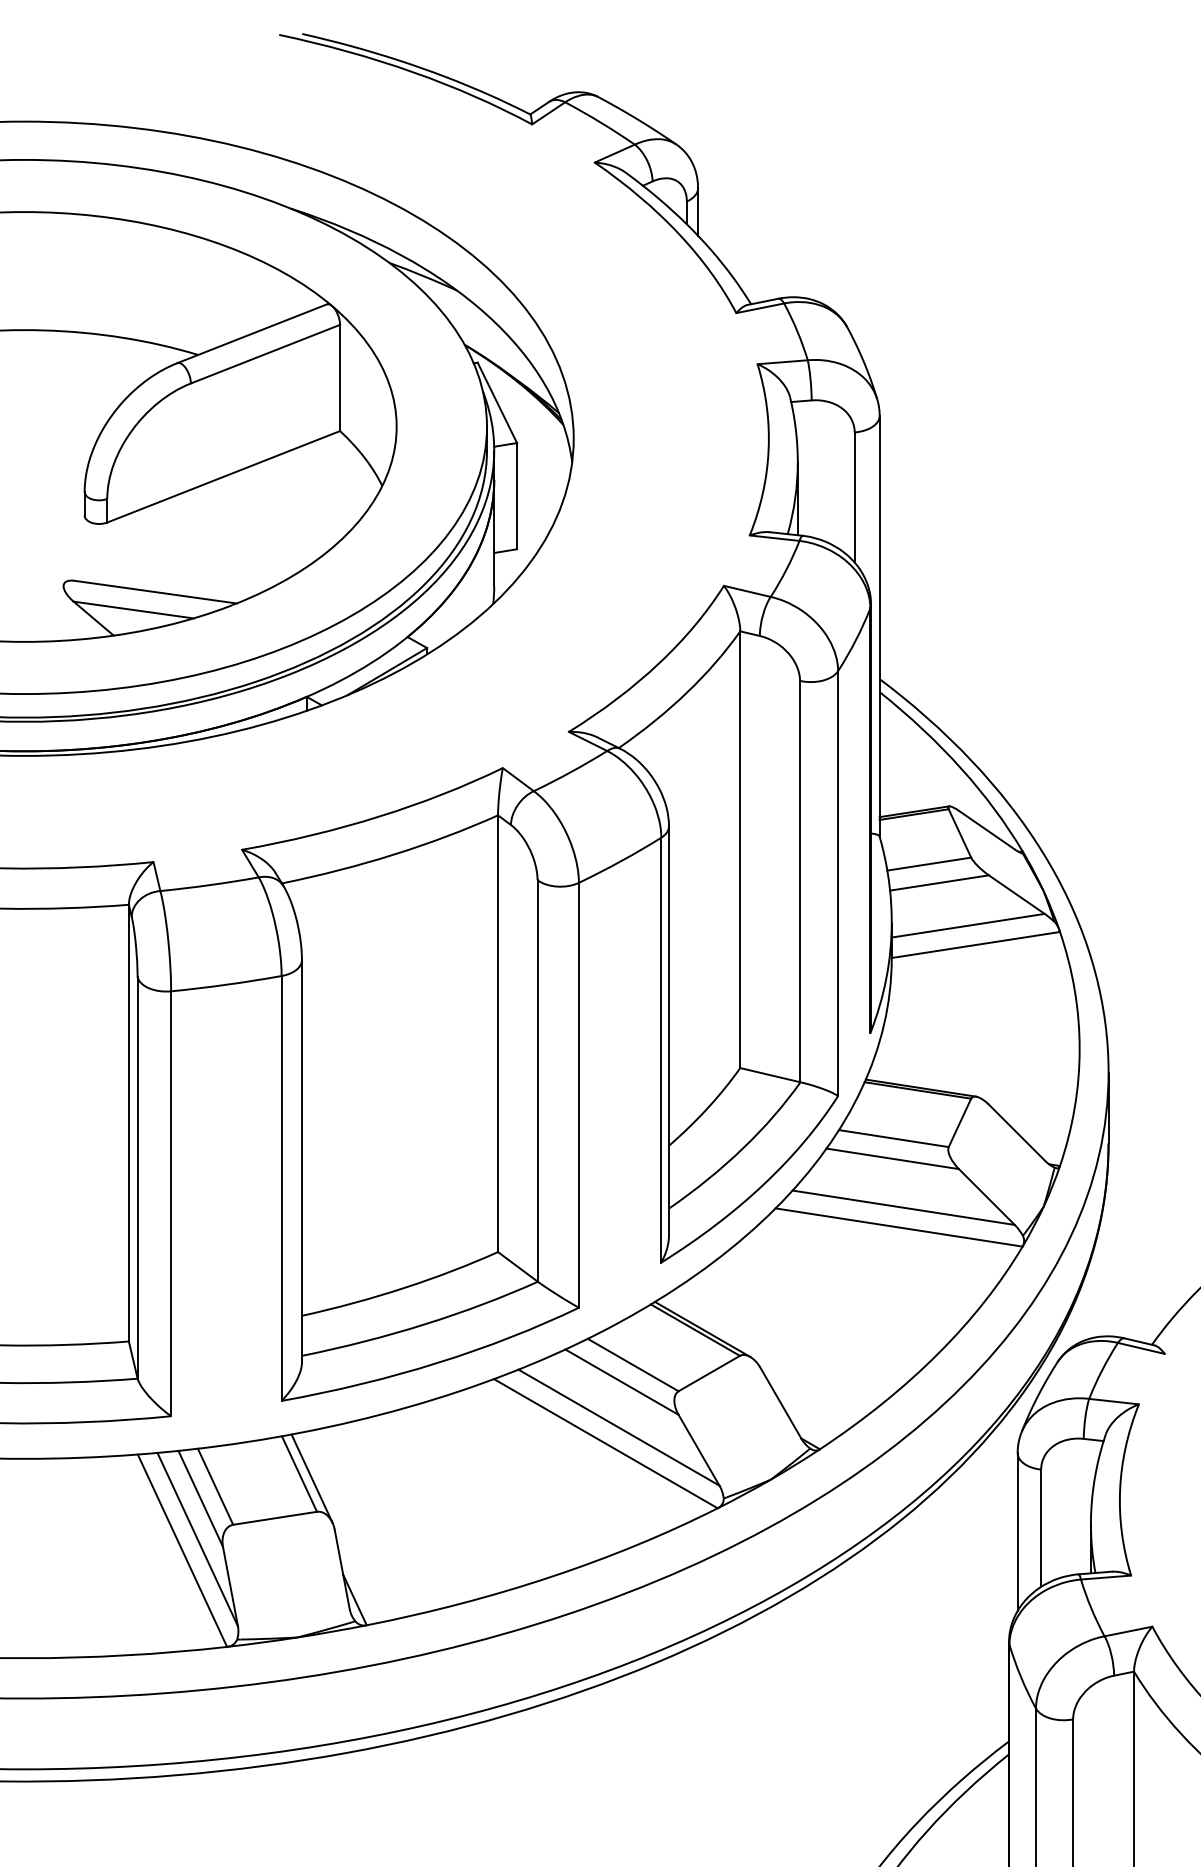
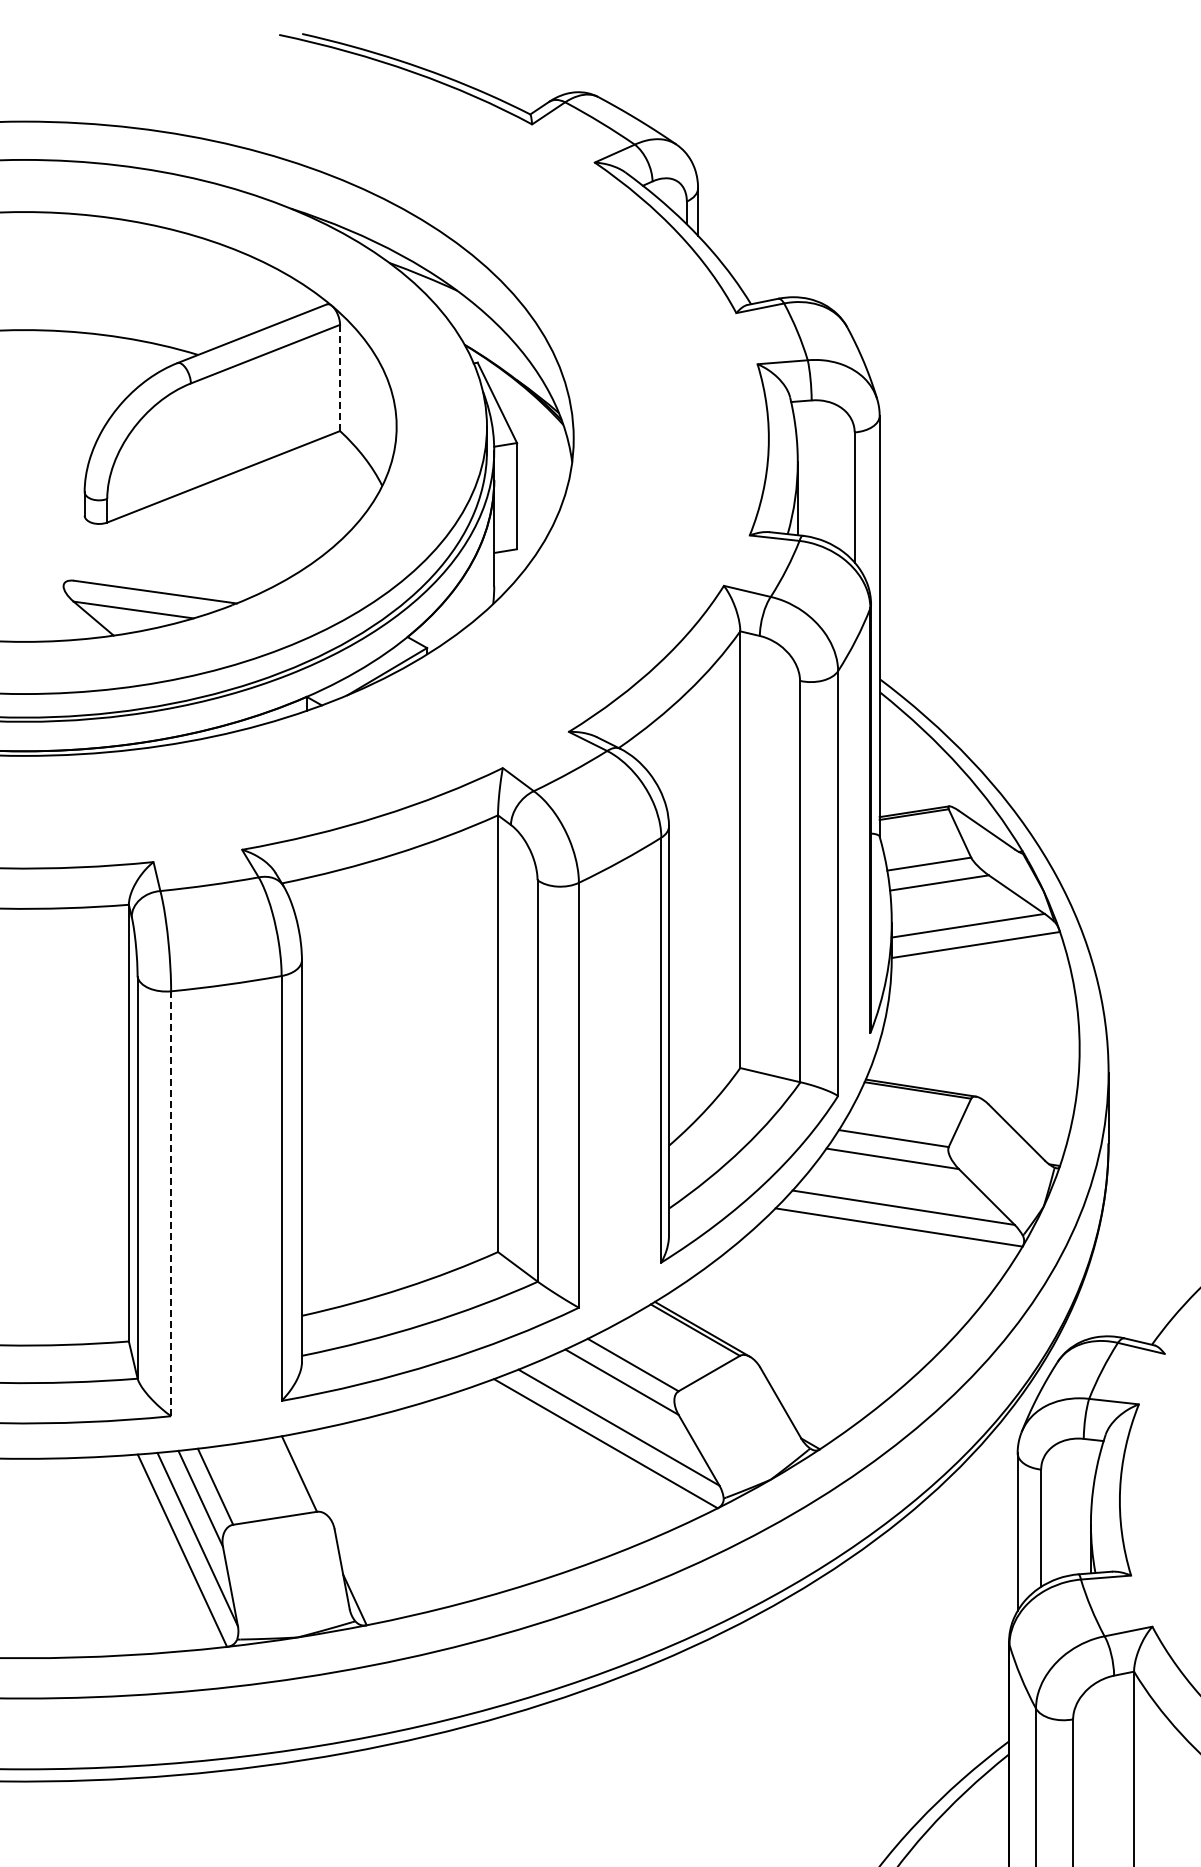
line at (340, 378): solid -> dashed
line at (171, 1203): solid -> dashed
line at (311, 1478): present -> none
